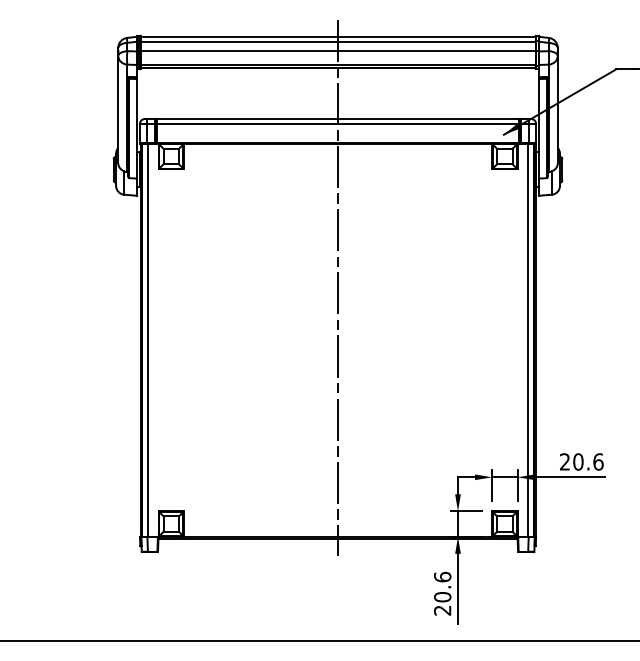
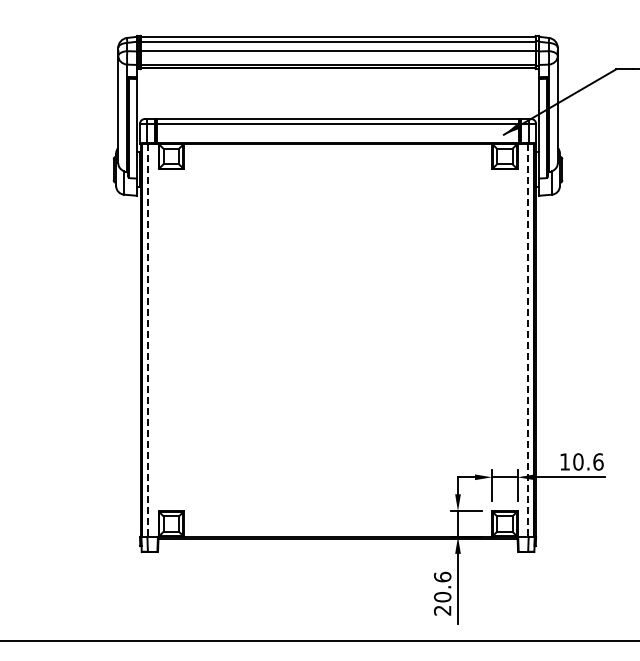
line at (338, 287): present -> none
line at (147, 340): solid -> dashed
line at (528, 340): solid -> dashed
text at (564, 461): 20.6 -> 10.6
